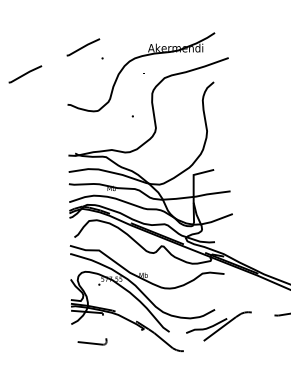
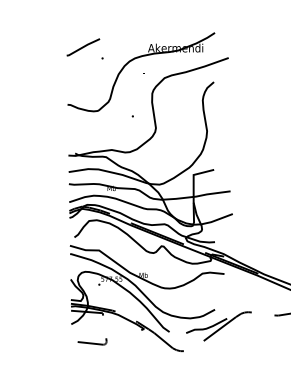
line at (25, 74): present -> none
